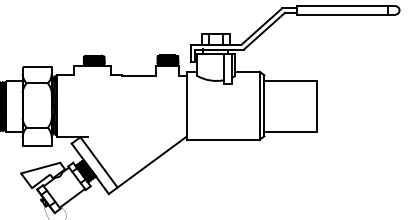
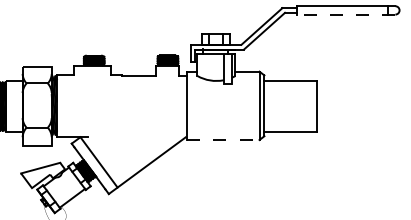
line at (345, 14): solid -> dashed
line at (224, 140): solid -> dashed
